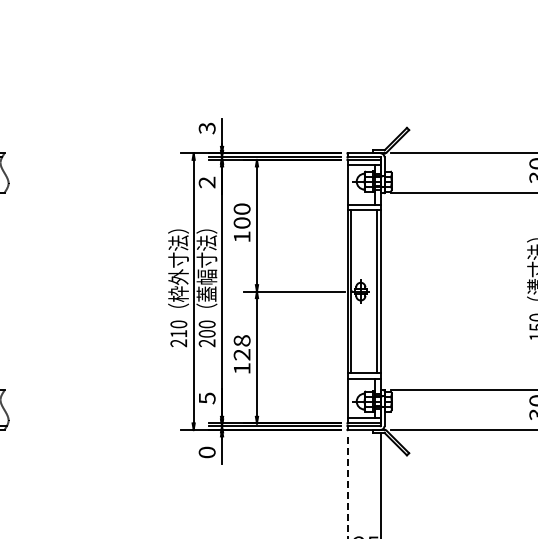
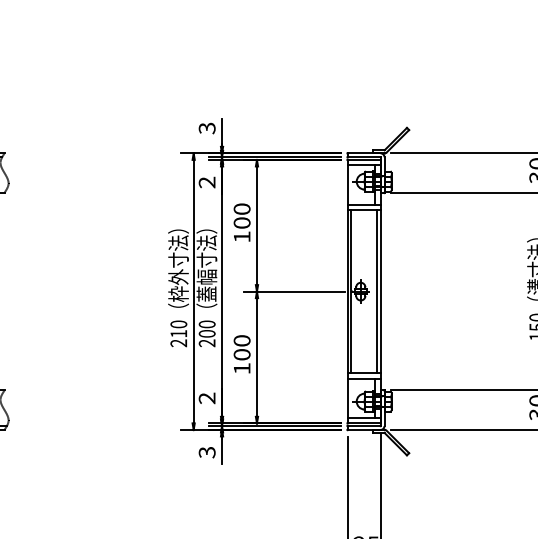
text at (241, 347): 128 -> 100
text at (206, 398): 5 -> 2
text at (206, 452): 0 -> 3
line at (347, 487): dashed -> solid
